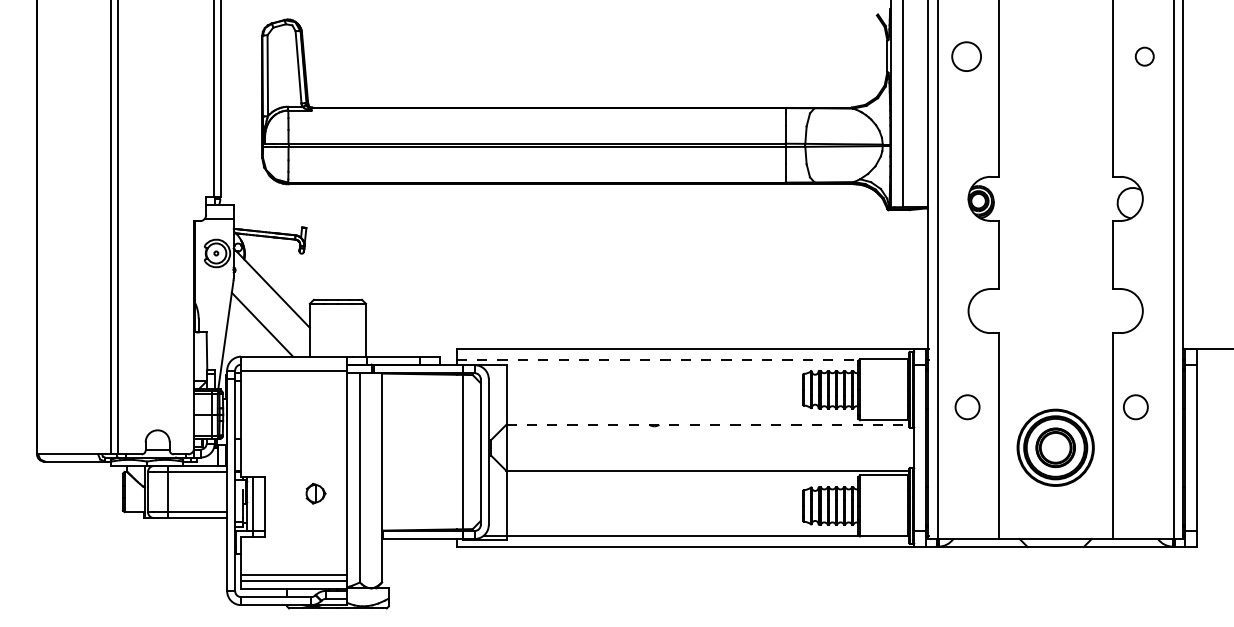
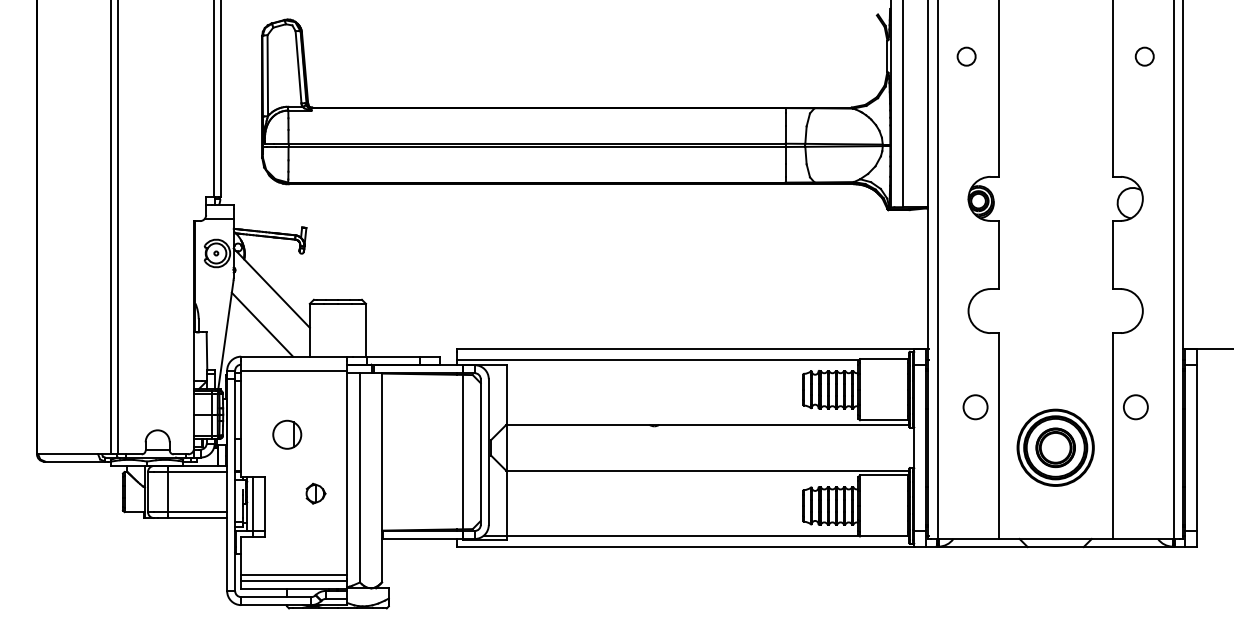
circle at (966, 56) diameter: 29 px -> 18 px
line at (658, 359): dashed -> solid
circle at (967, 407) position: (967, 407) -> (975, 407)
line at (708, 424): dashed -> solid
part at (287, 434): none -> present
